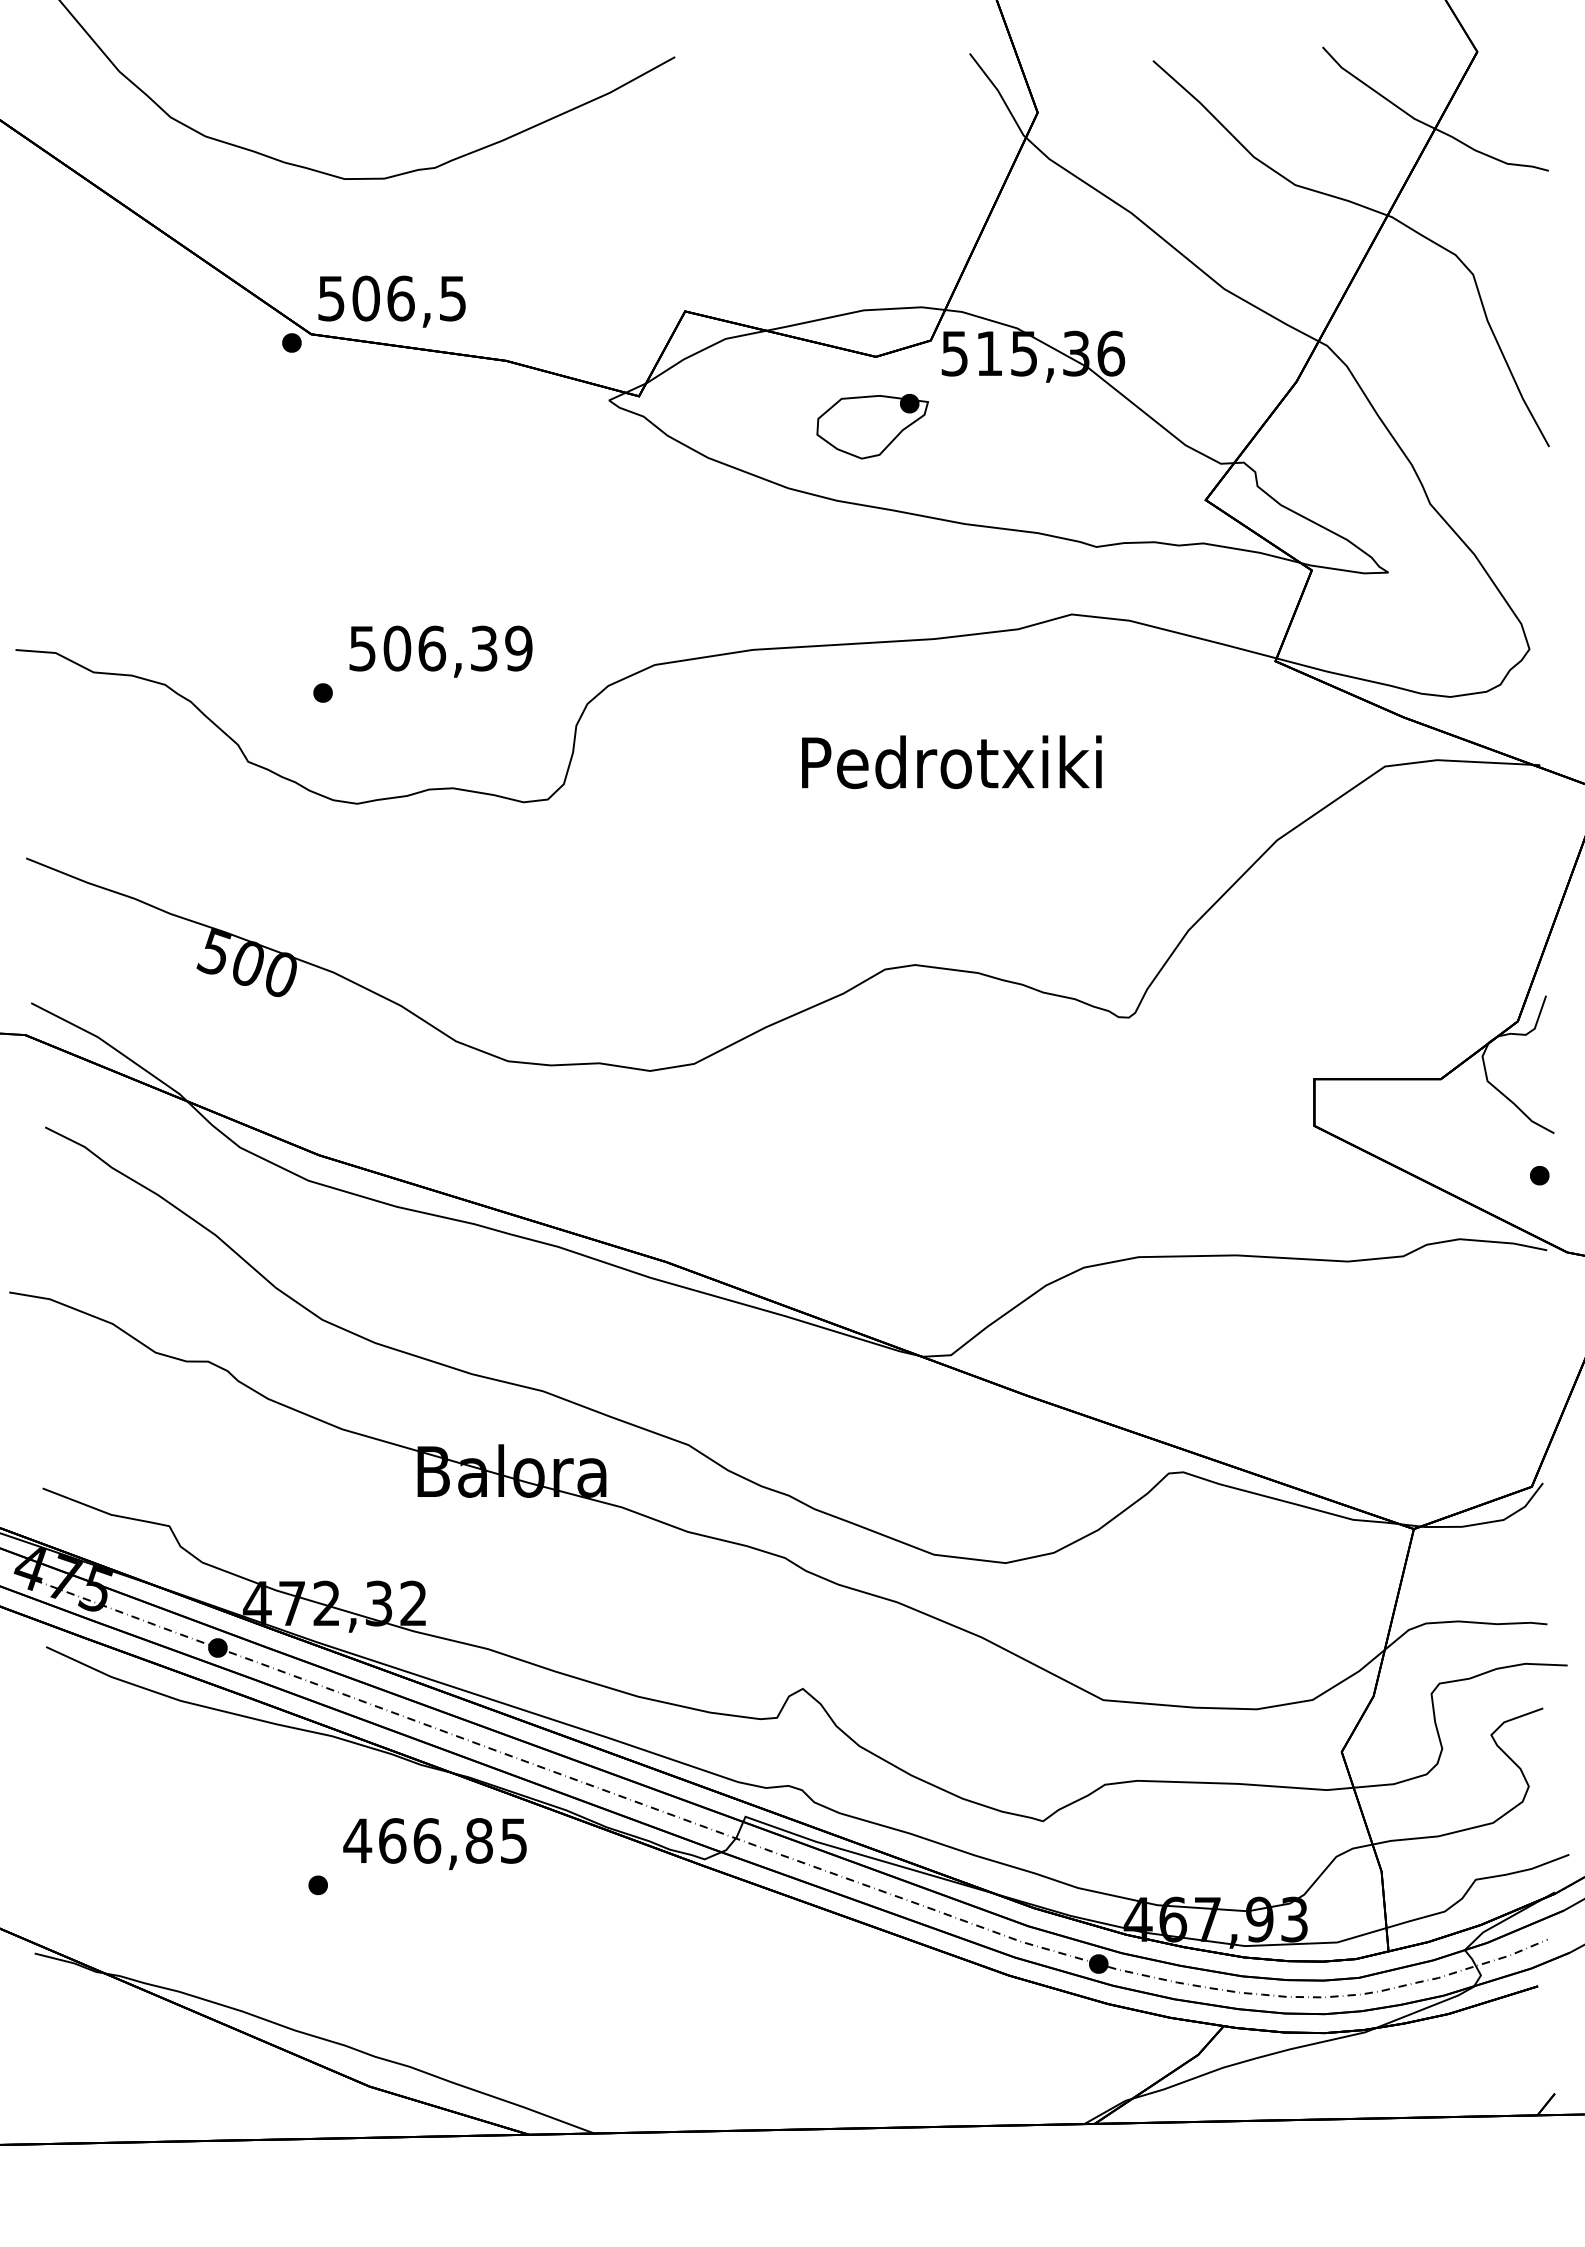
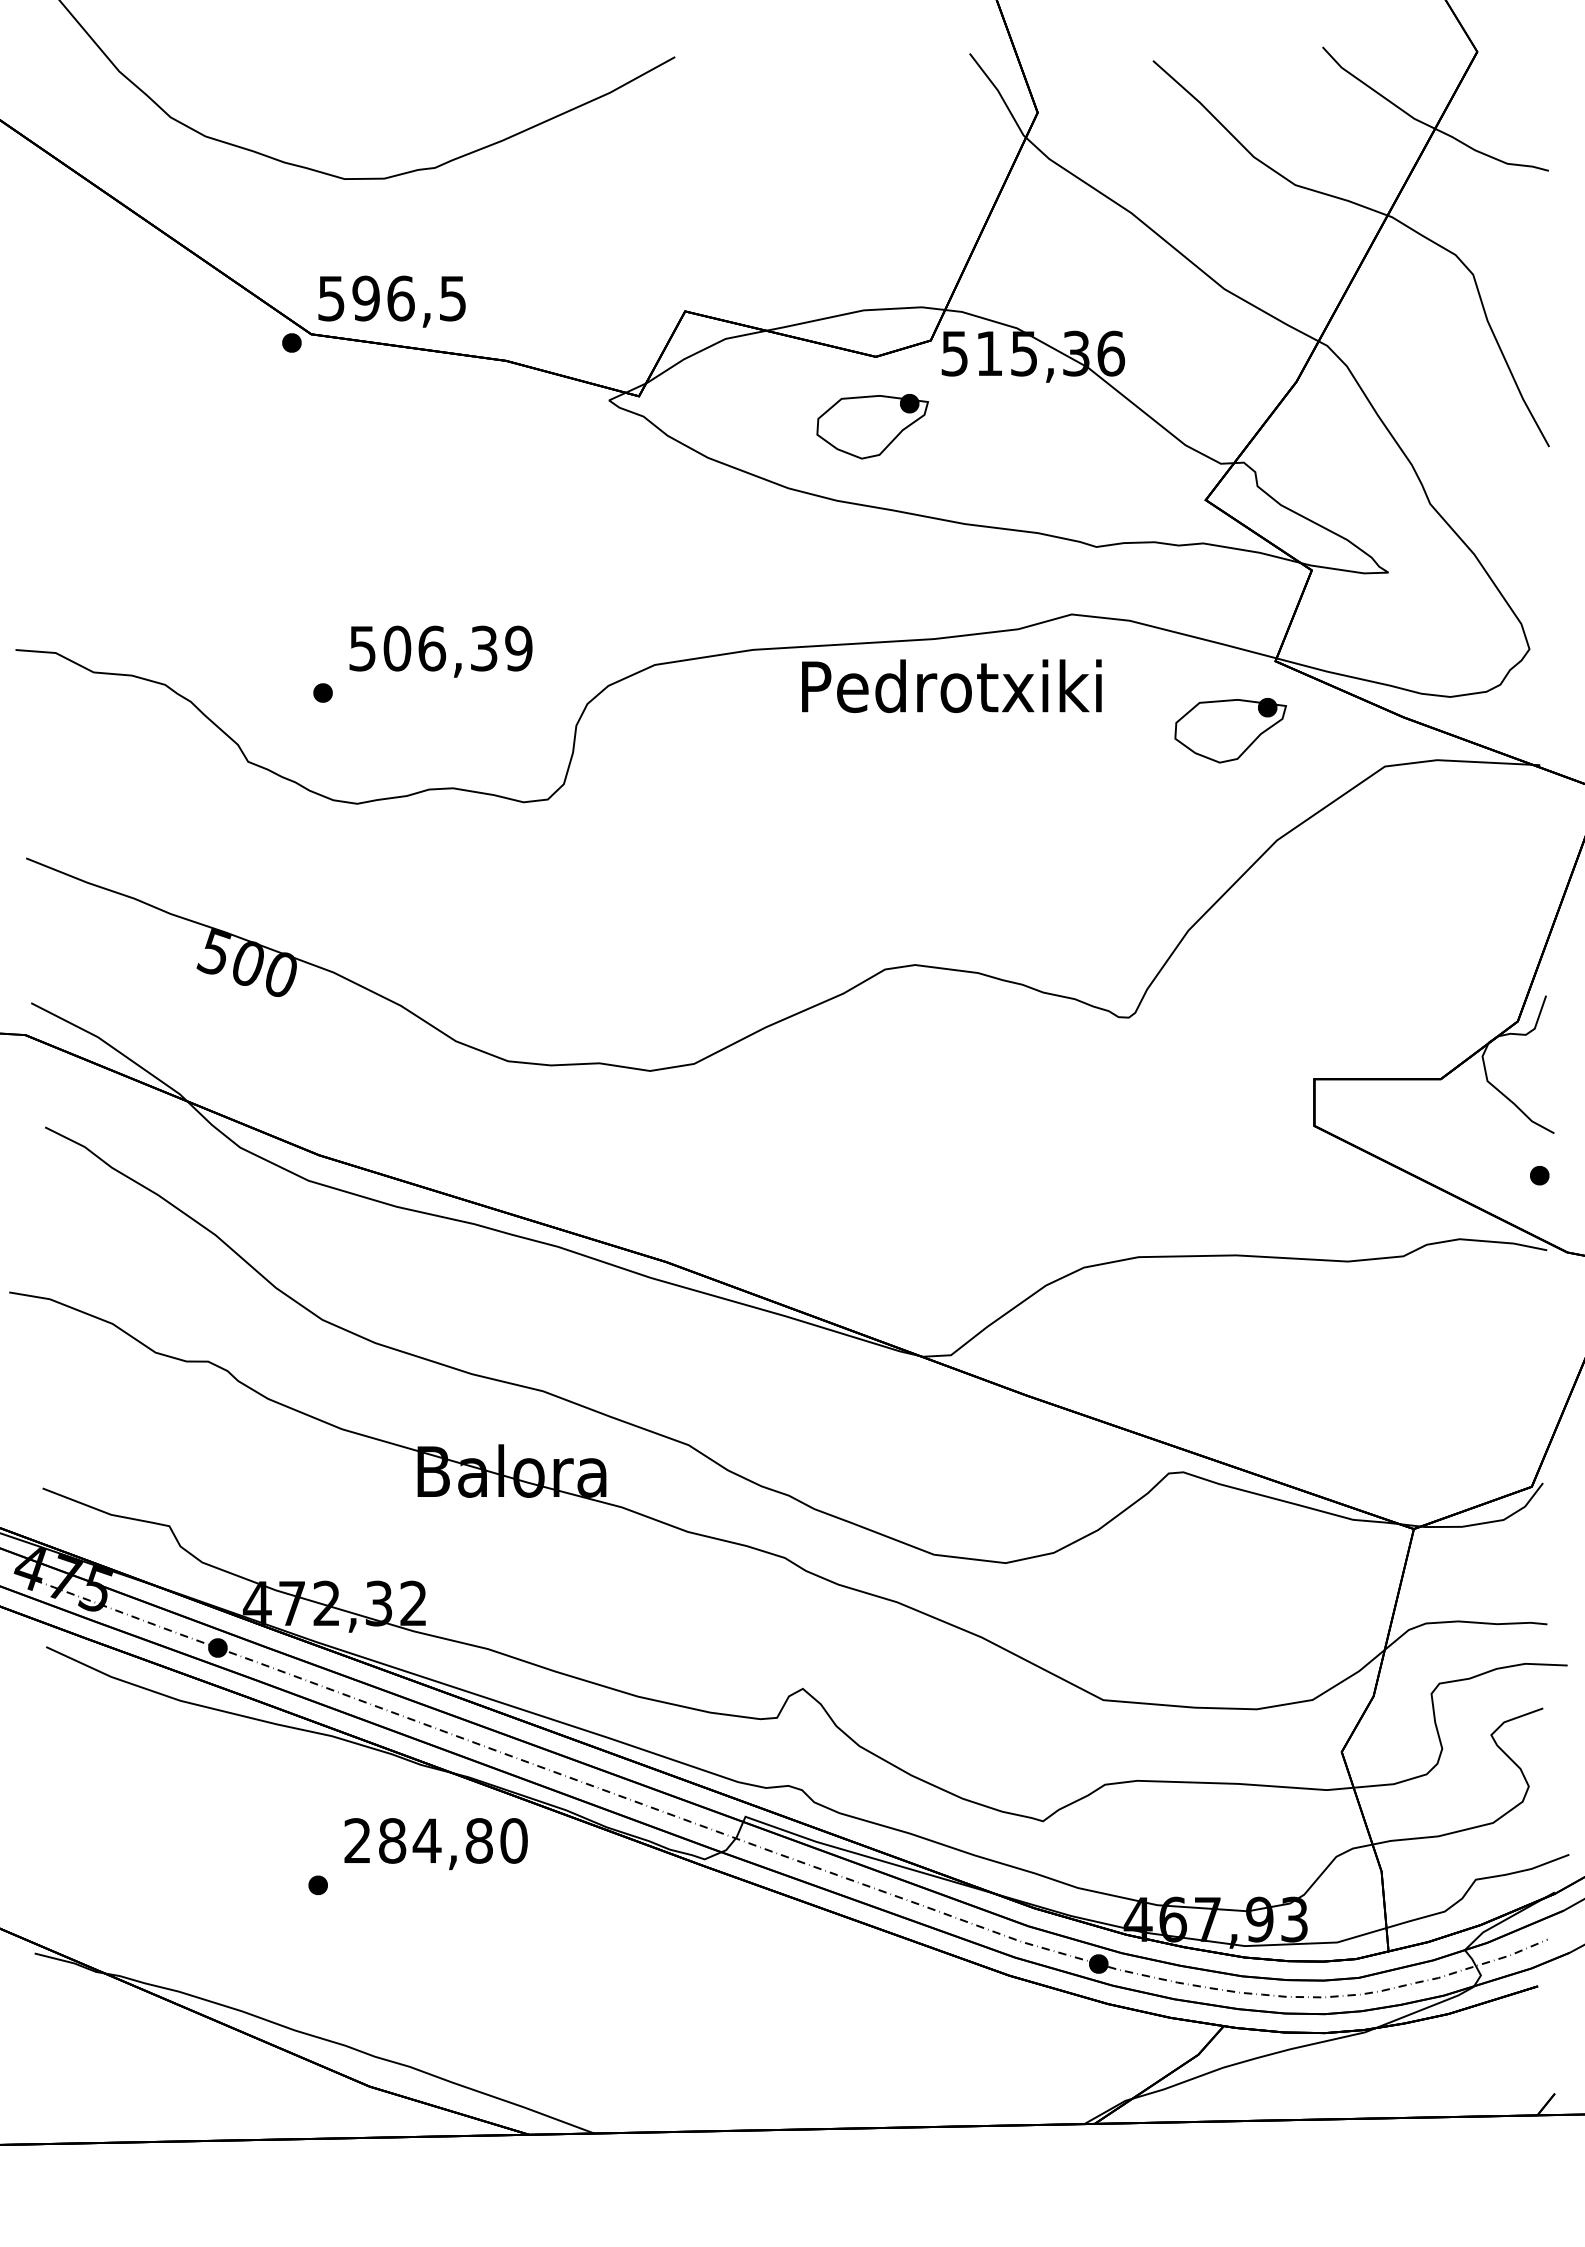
text at (365, 298): 506,5 -> 596,5
part at (1230, 730): none -> present
text at (951, 762) position: (951, 762) -> (951, 686)
text at (435, 1840): 466,85 -> 284,80
